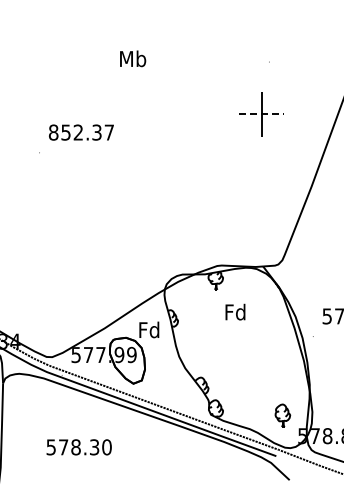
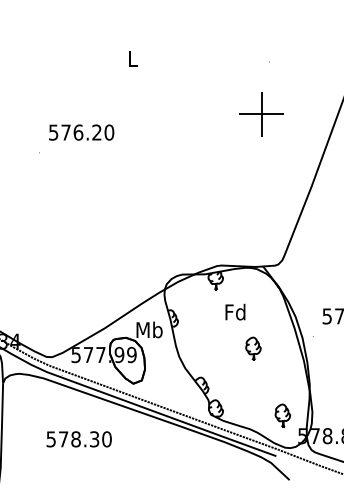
text at (133, 58): Mb -> L
line at (261, 114): dashed -> solid
text at (81, 132): 852.37 -> 576.20
text at (149, 329): Fd -> Mb
part at (253, 348): none -> present
text at (78, 447) position: (78, 447) -> (78, 439)
